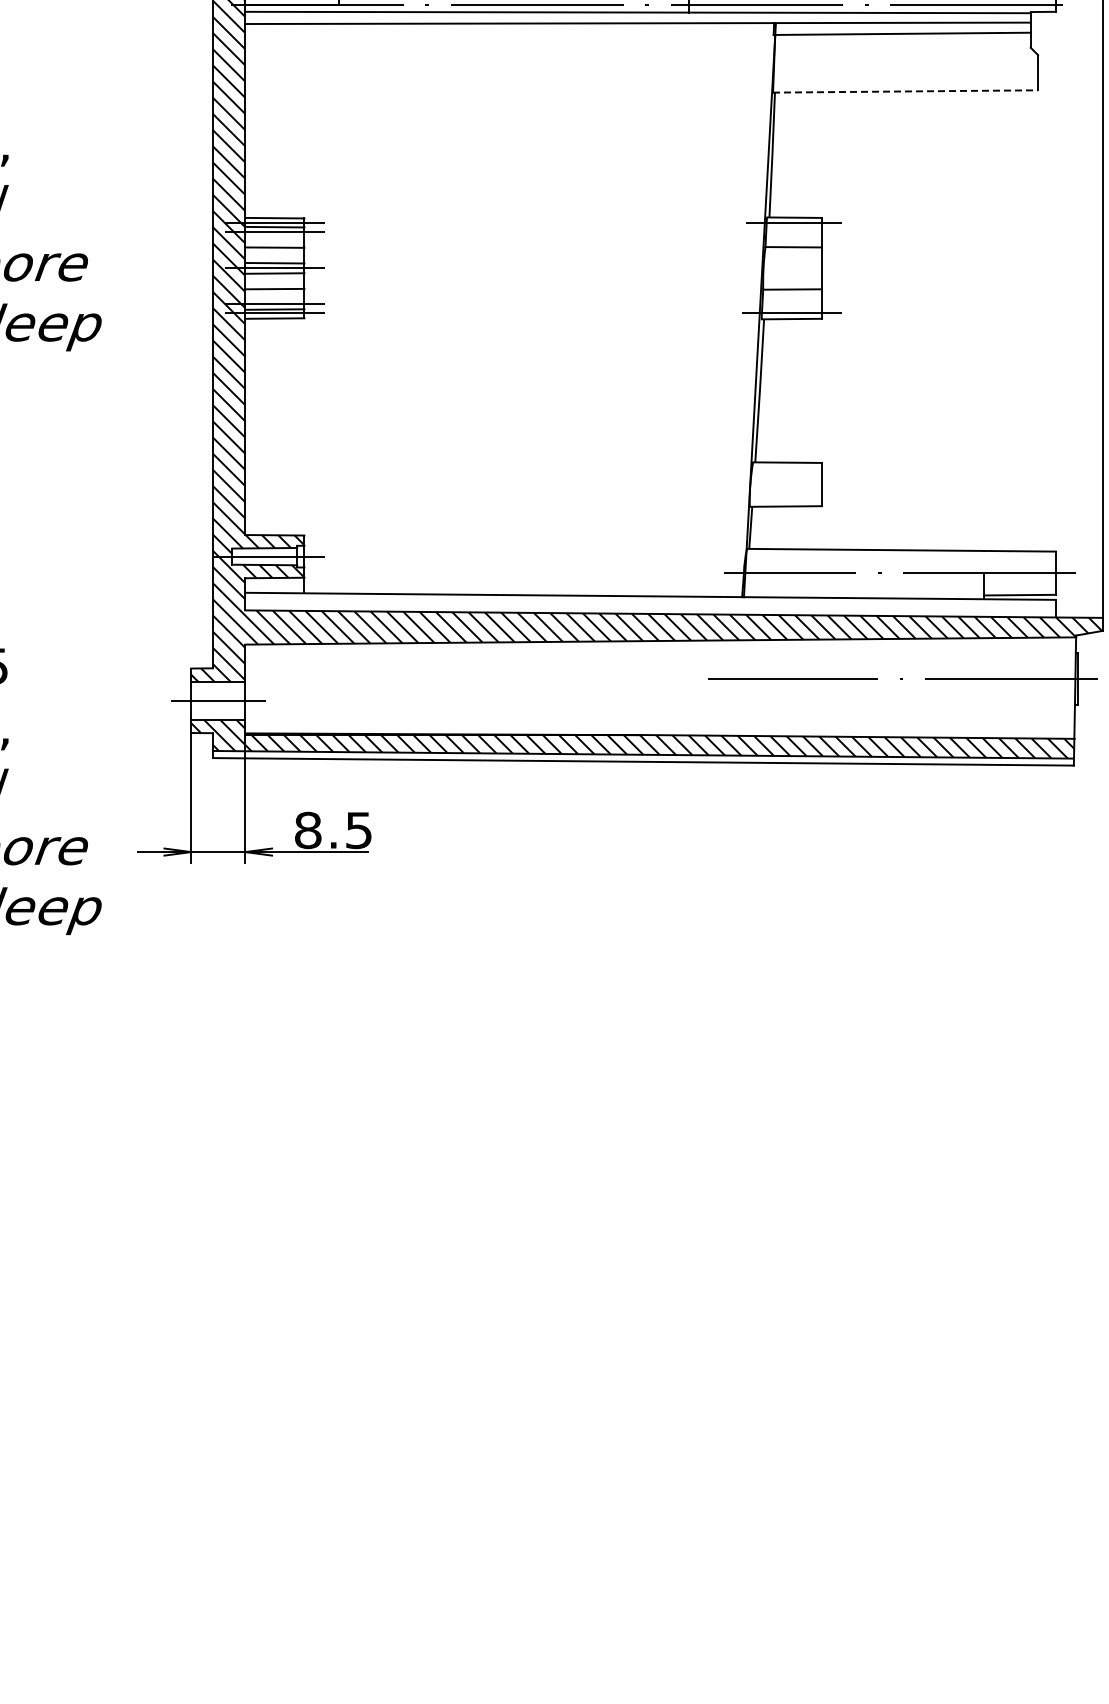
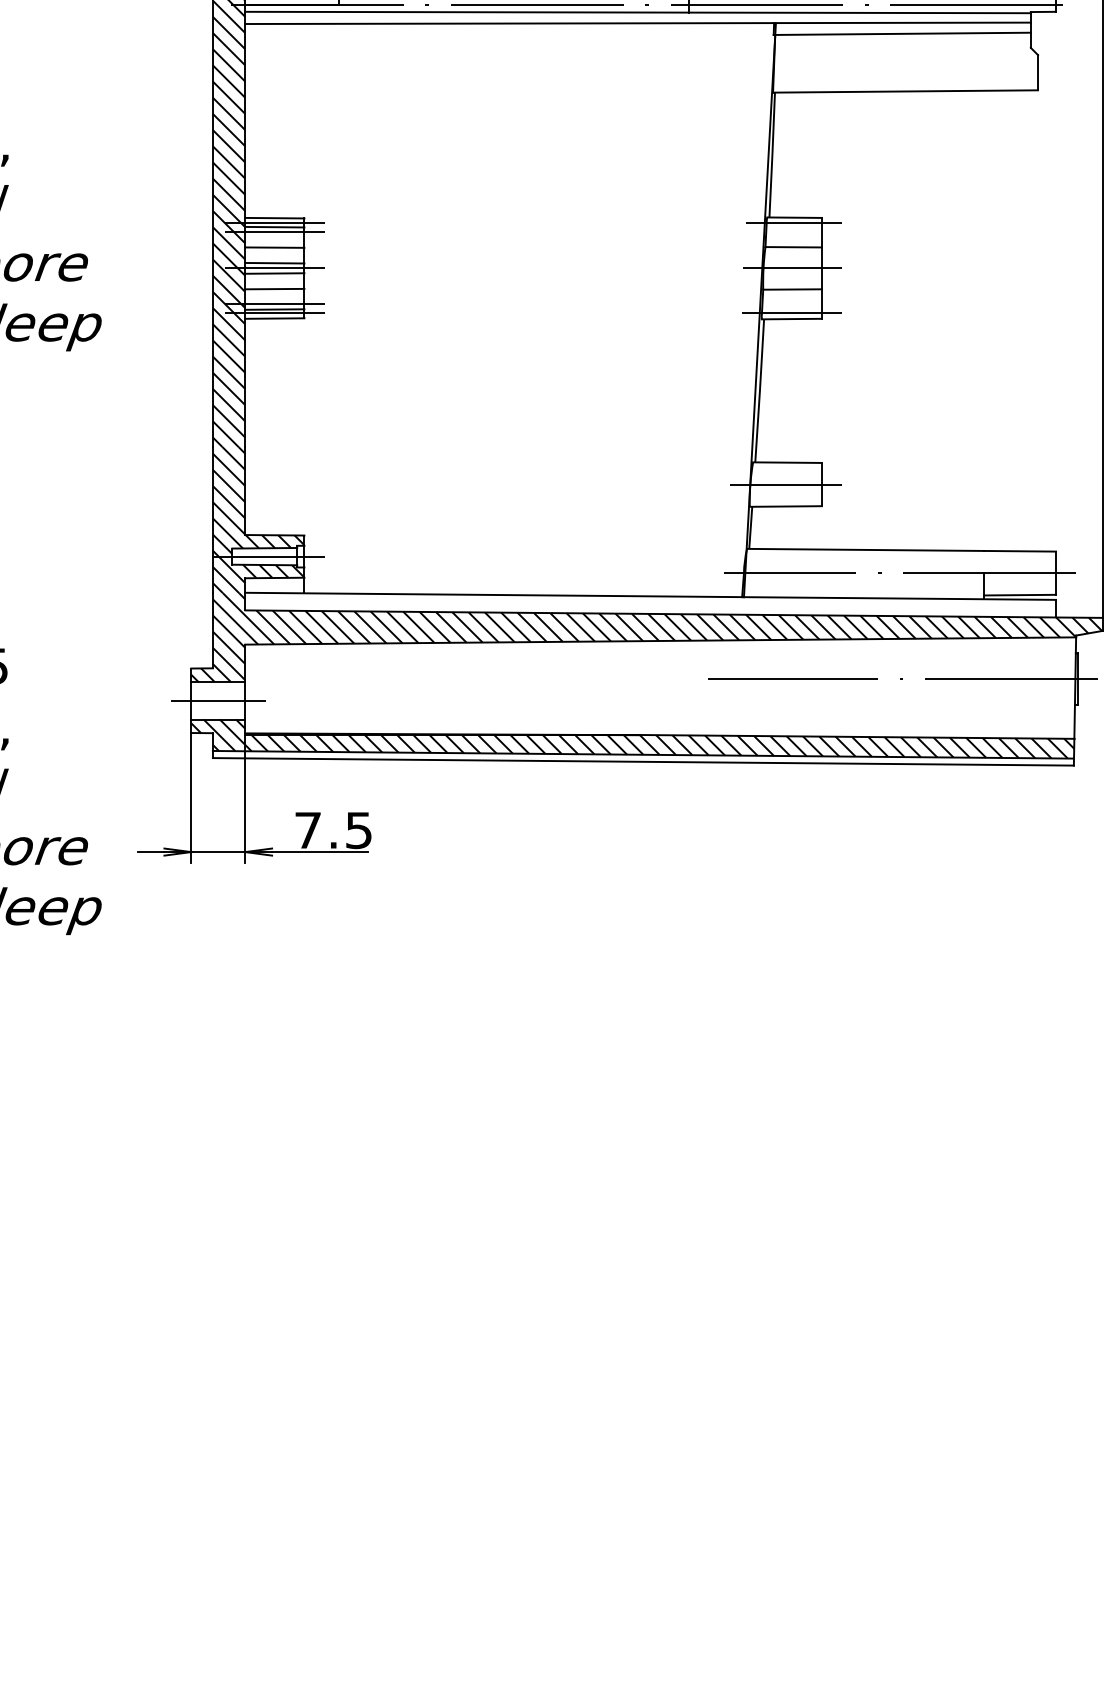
line at (905, 91): dashed -> solid
line at (792, 268): none -> present
line at (785, 484): none -> present
text at (308, 830): 8.5 -> 7.5
